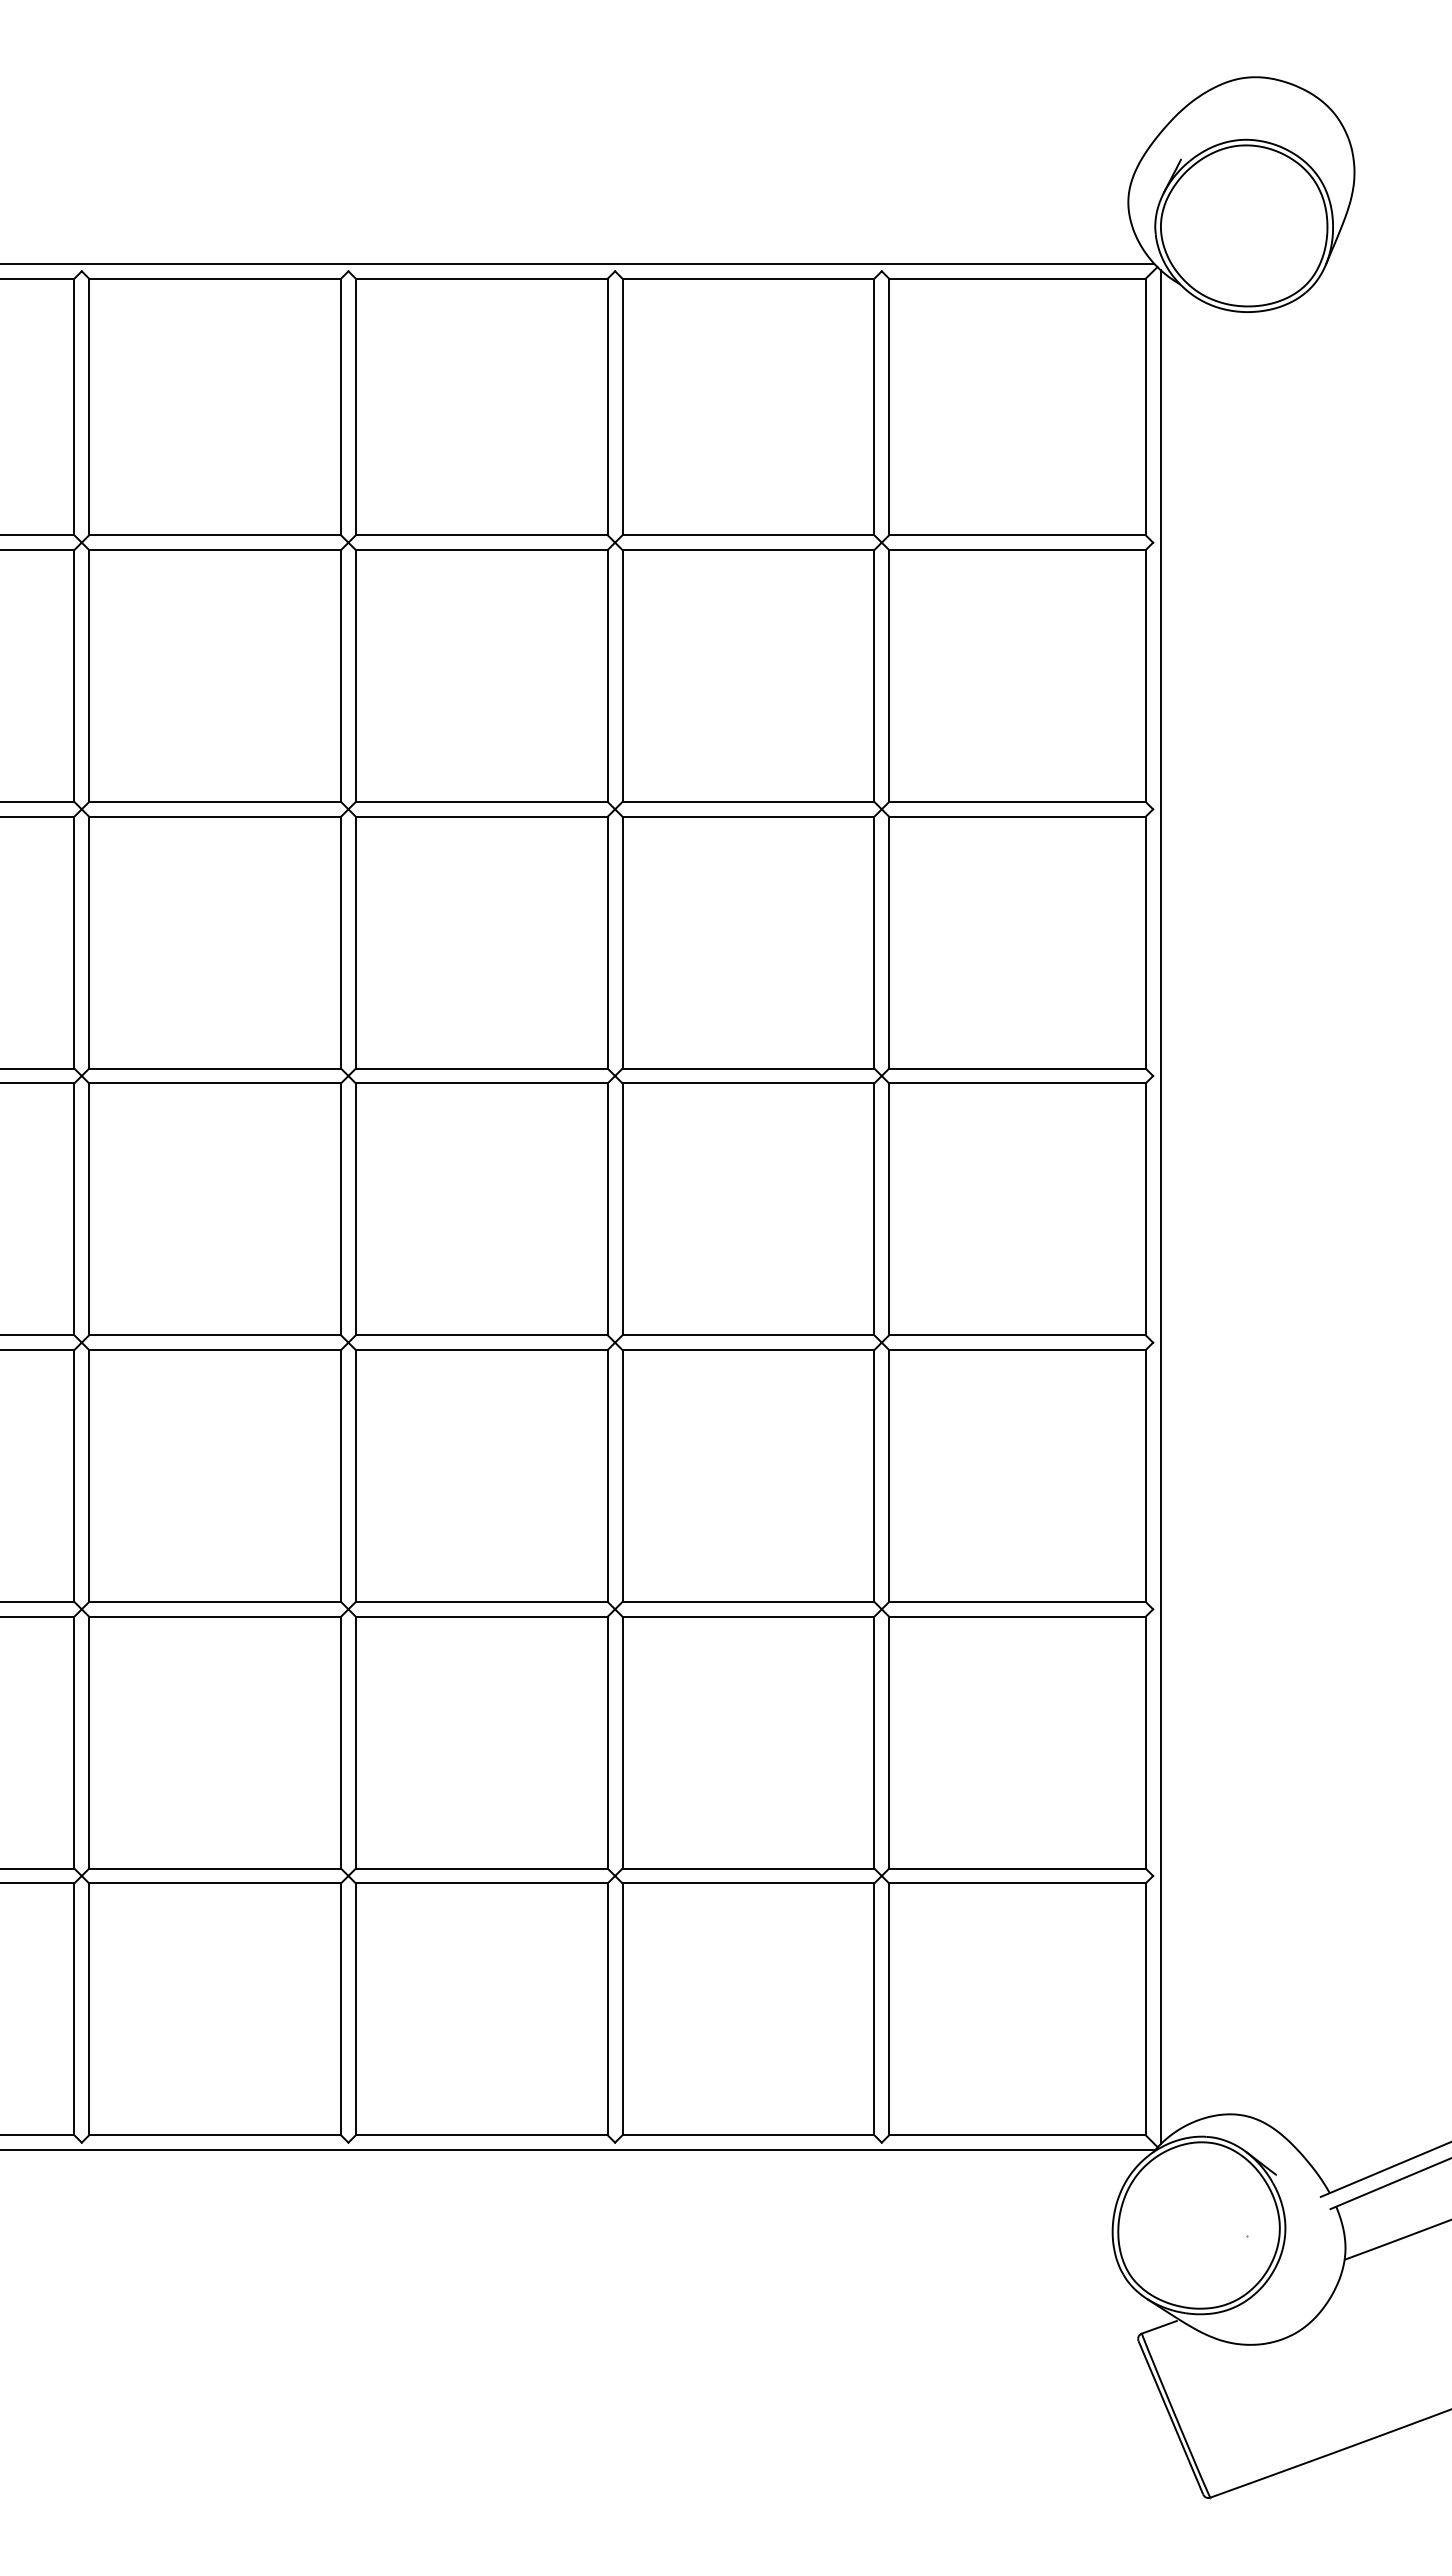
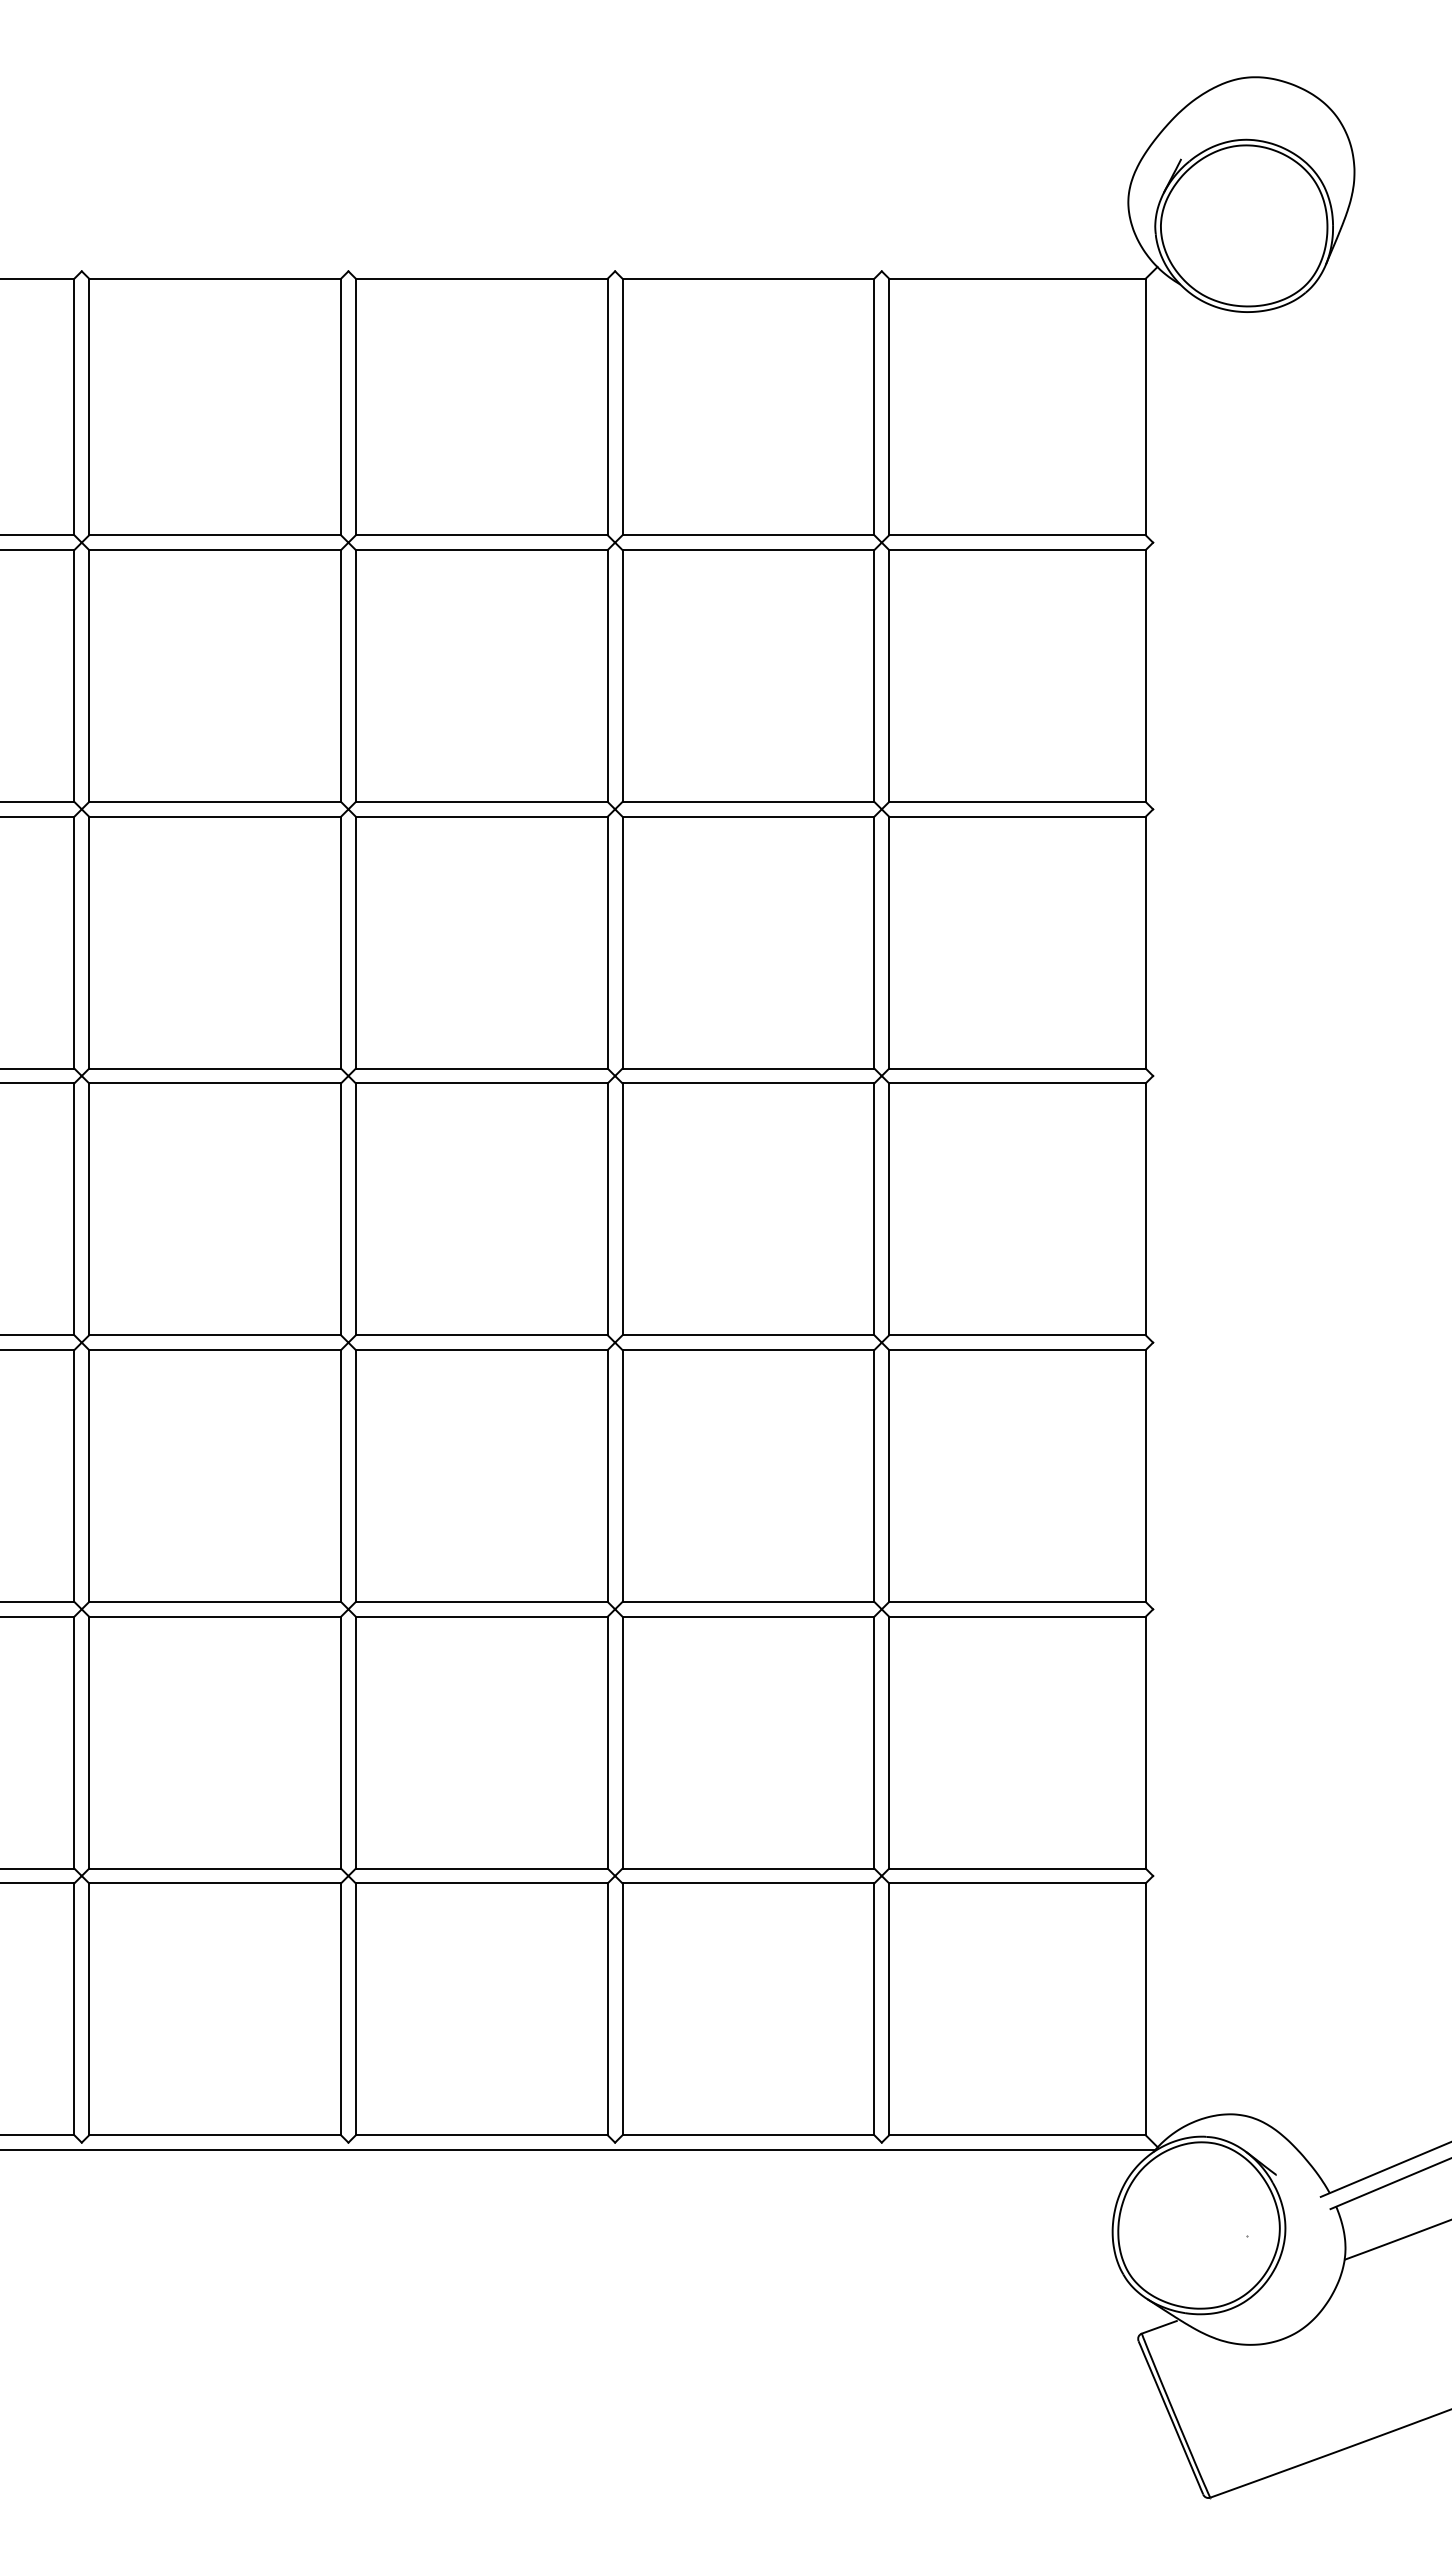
line at (578, 263): present -> none
line at (1160, 1207): present -> none
